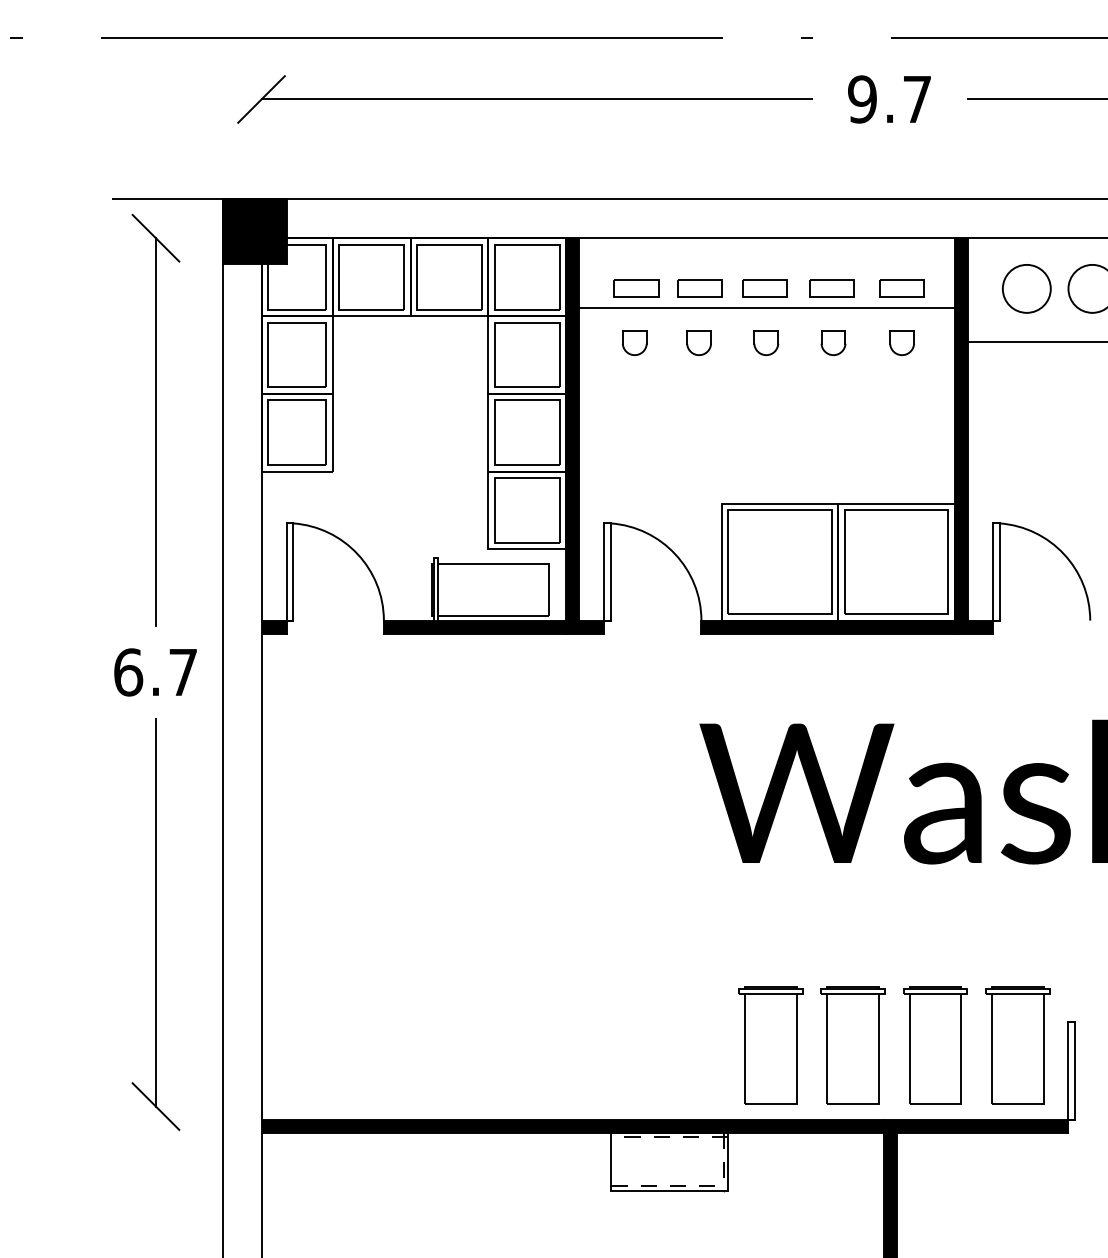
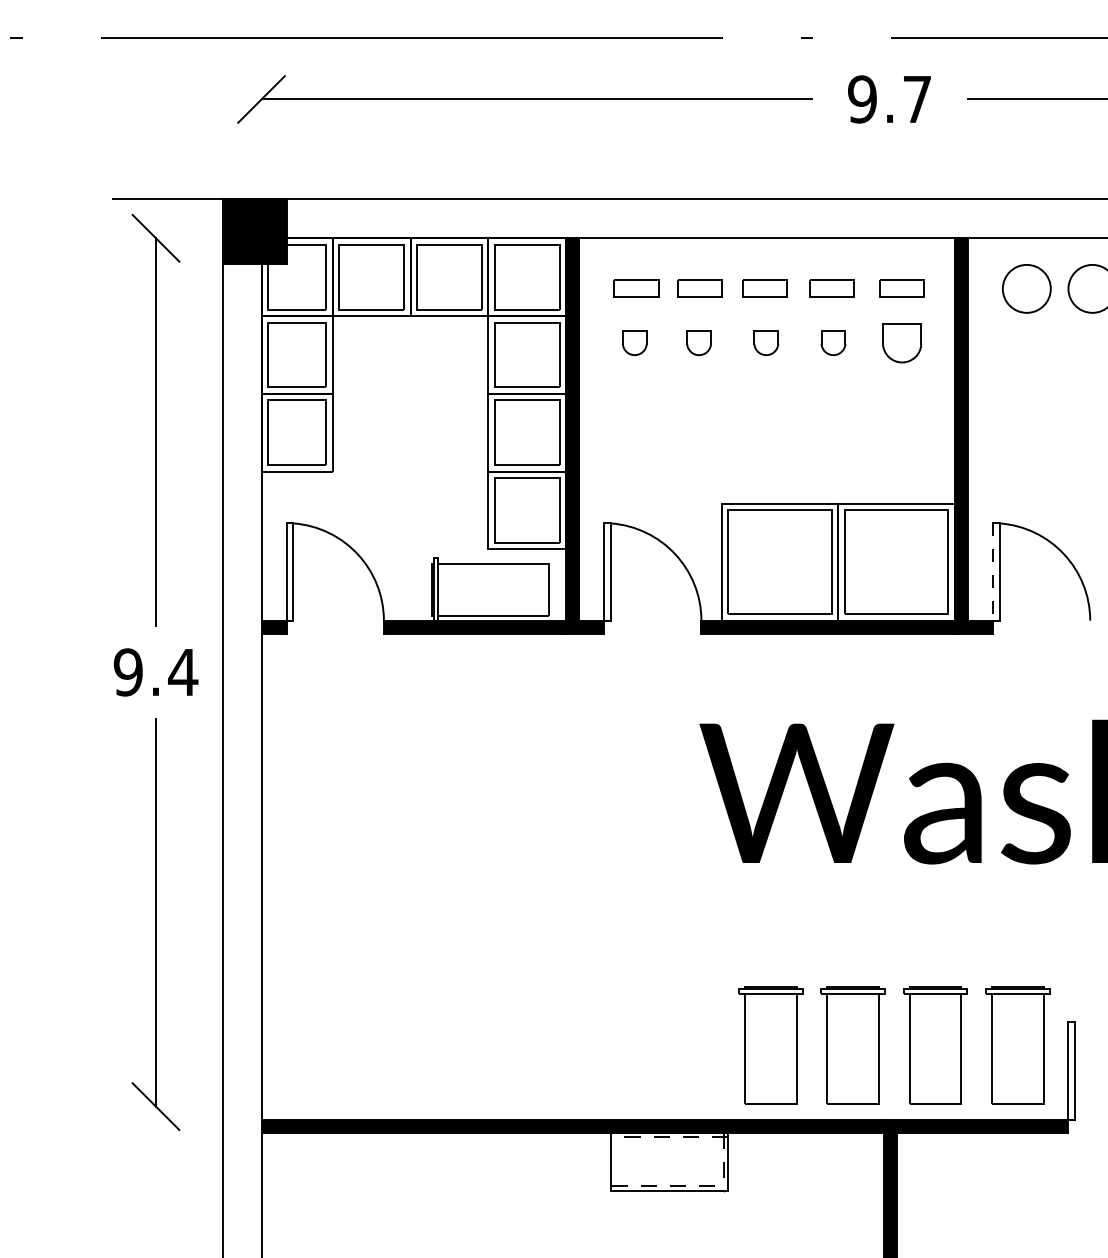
line at (766, 307): present -> none
line at (1035, 341): present -> none
part at (901, 342) size: 26x26 px -> 41x41 px
line at (993, 571): solid -> dashed
text at (155, 672): 6.7 -> 9.4
